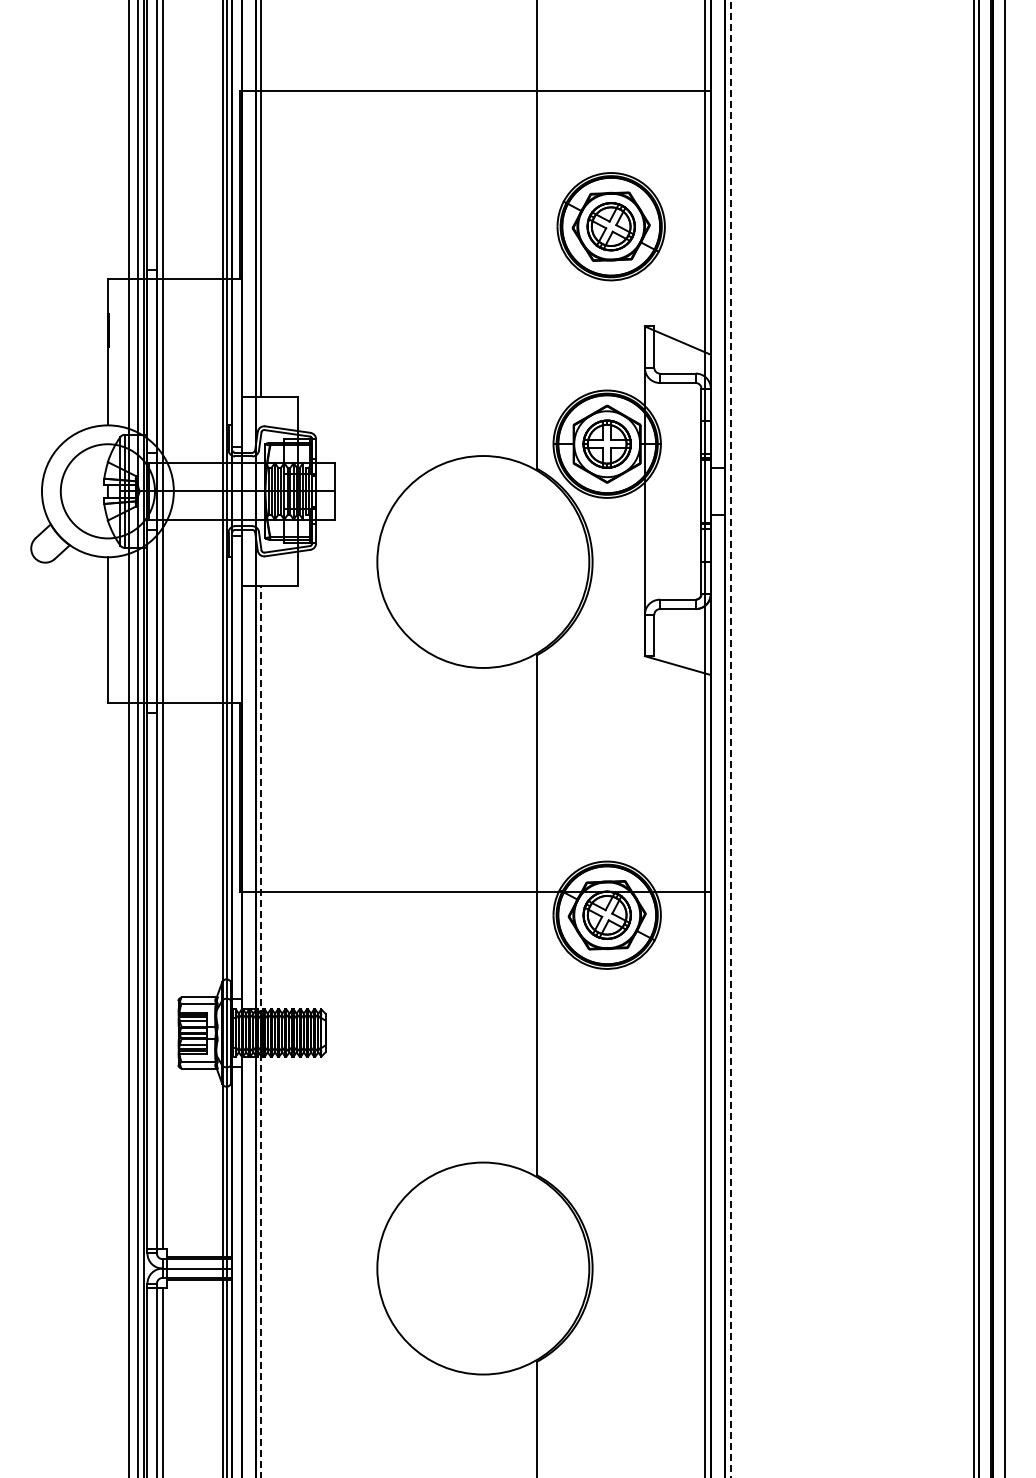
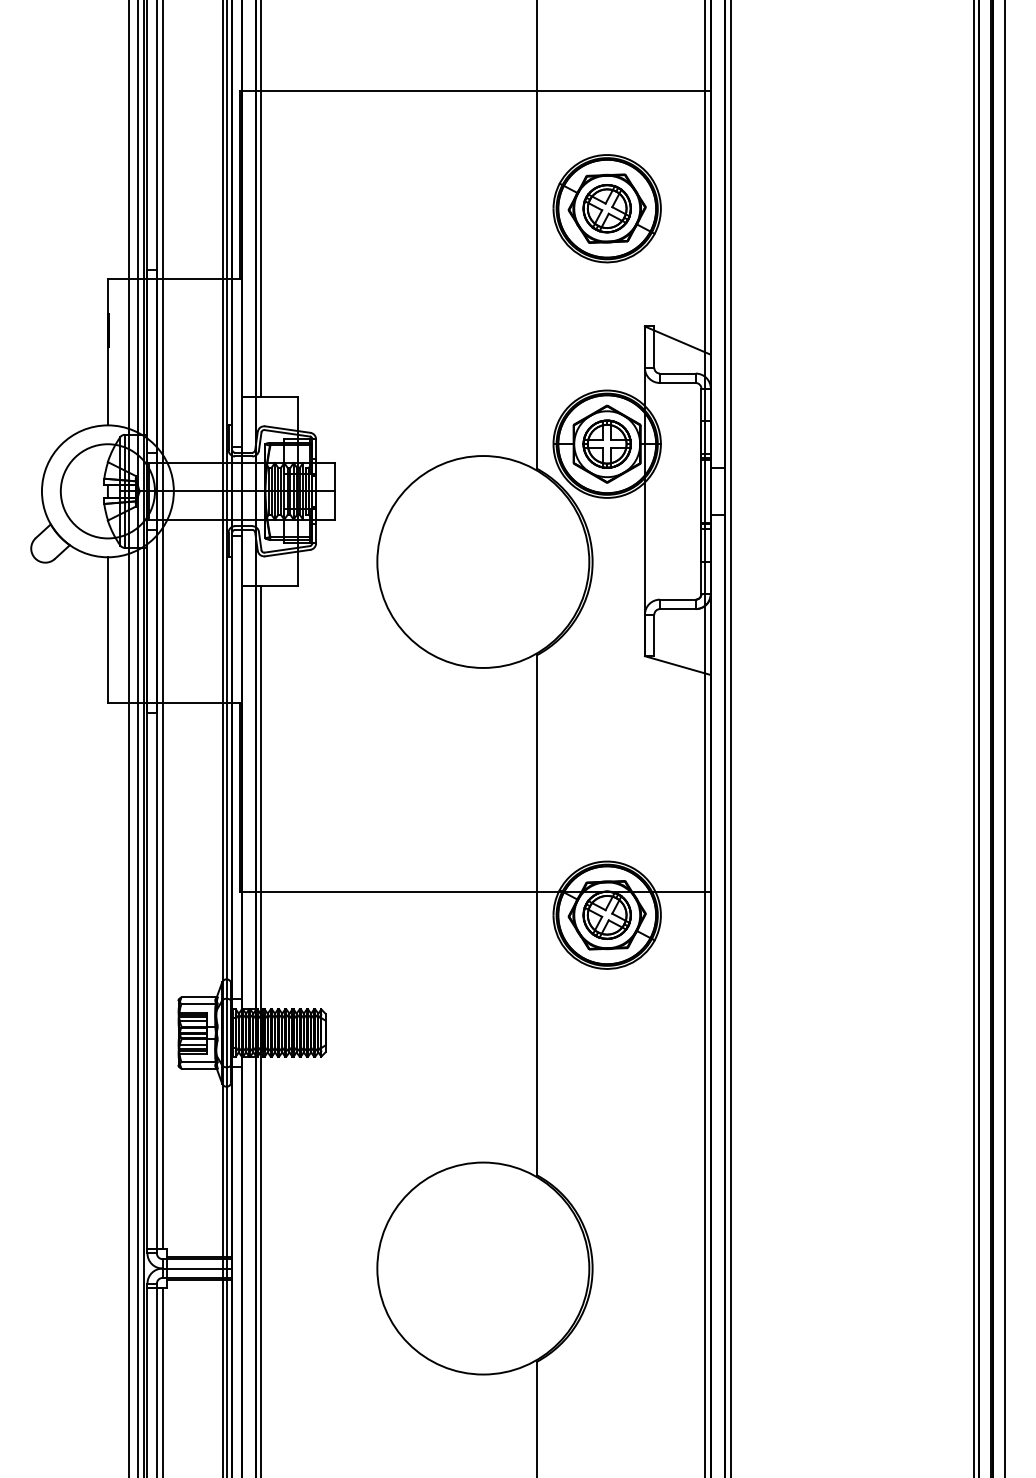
part at (610, 226) position: (610, 226) -> (606, 208)
line at (730, 737): dashed -> solid
line at (261, 1031): dashed -> solid
